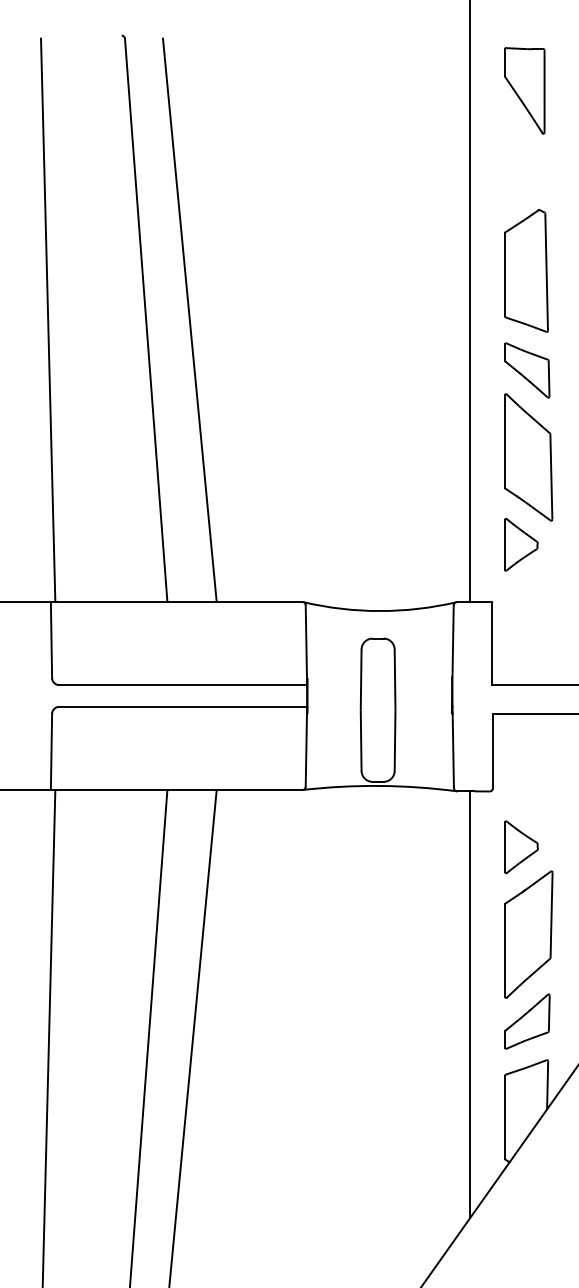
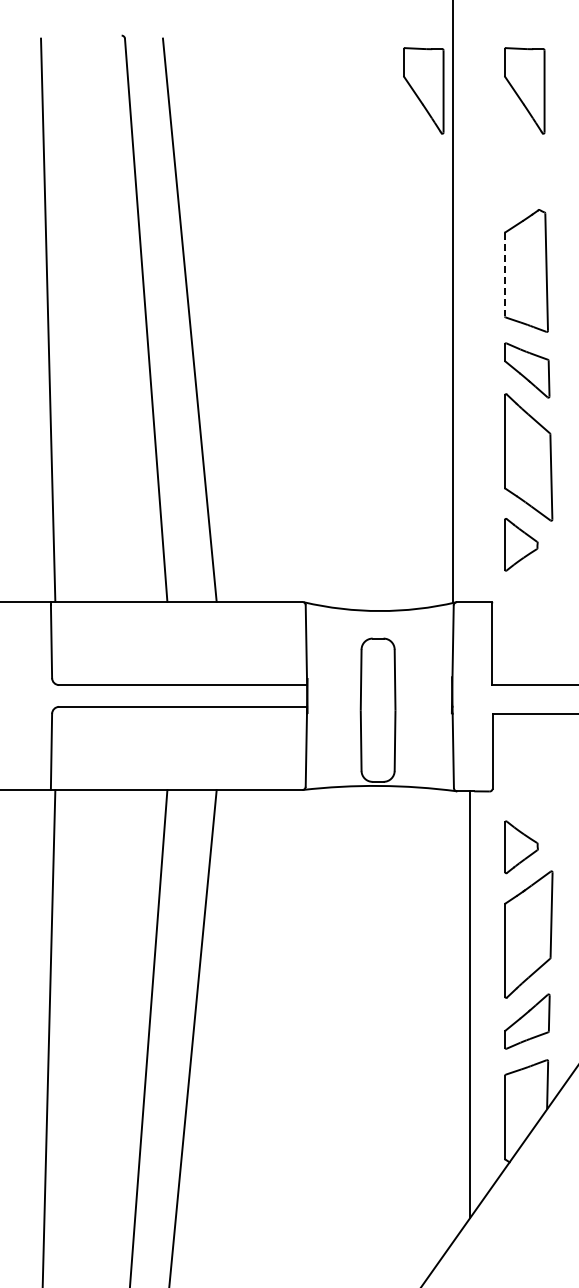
part at (423, 90): none -> present
line at (504, 274): solid -> dashed
line at (469, 302) position: (469, 302) -> (452, 302)
